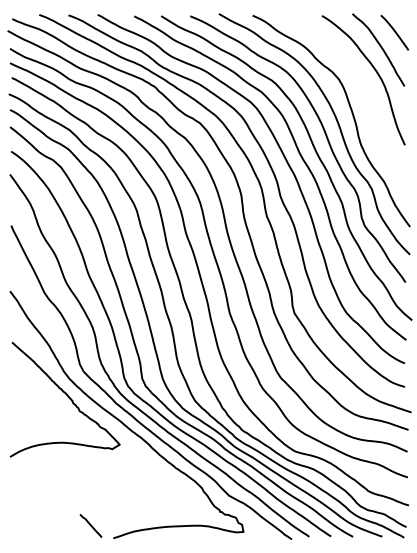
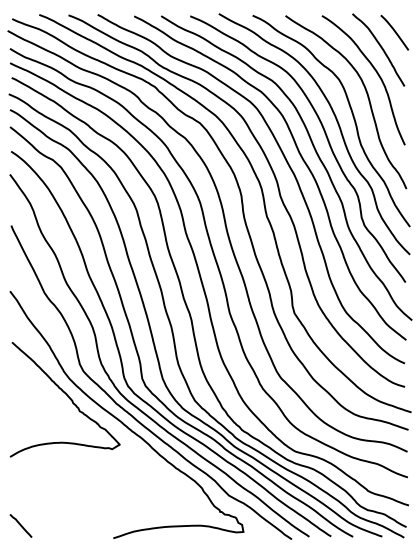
curve at (367, 98): none -> present
line at (90, 525) position: (90, 525) -> (20, 525)
